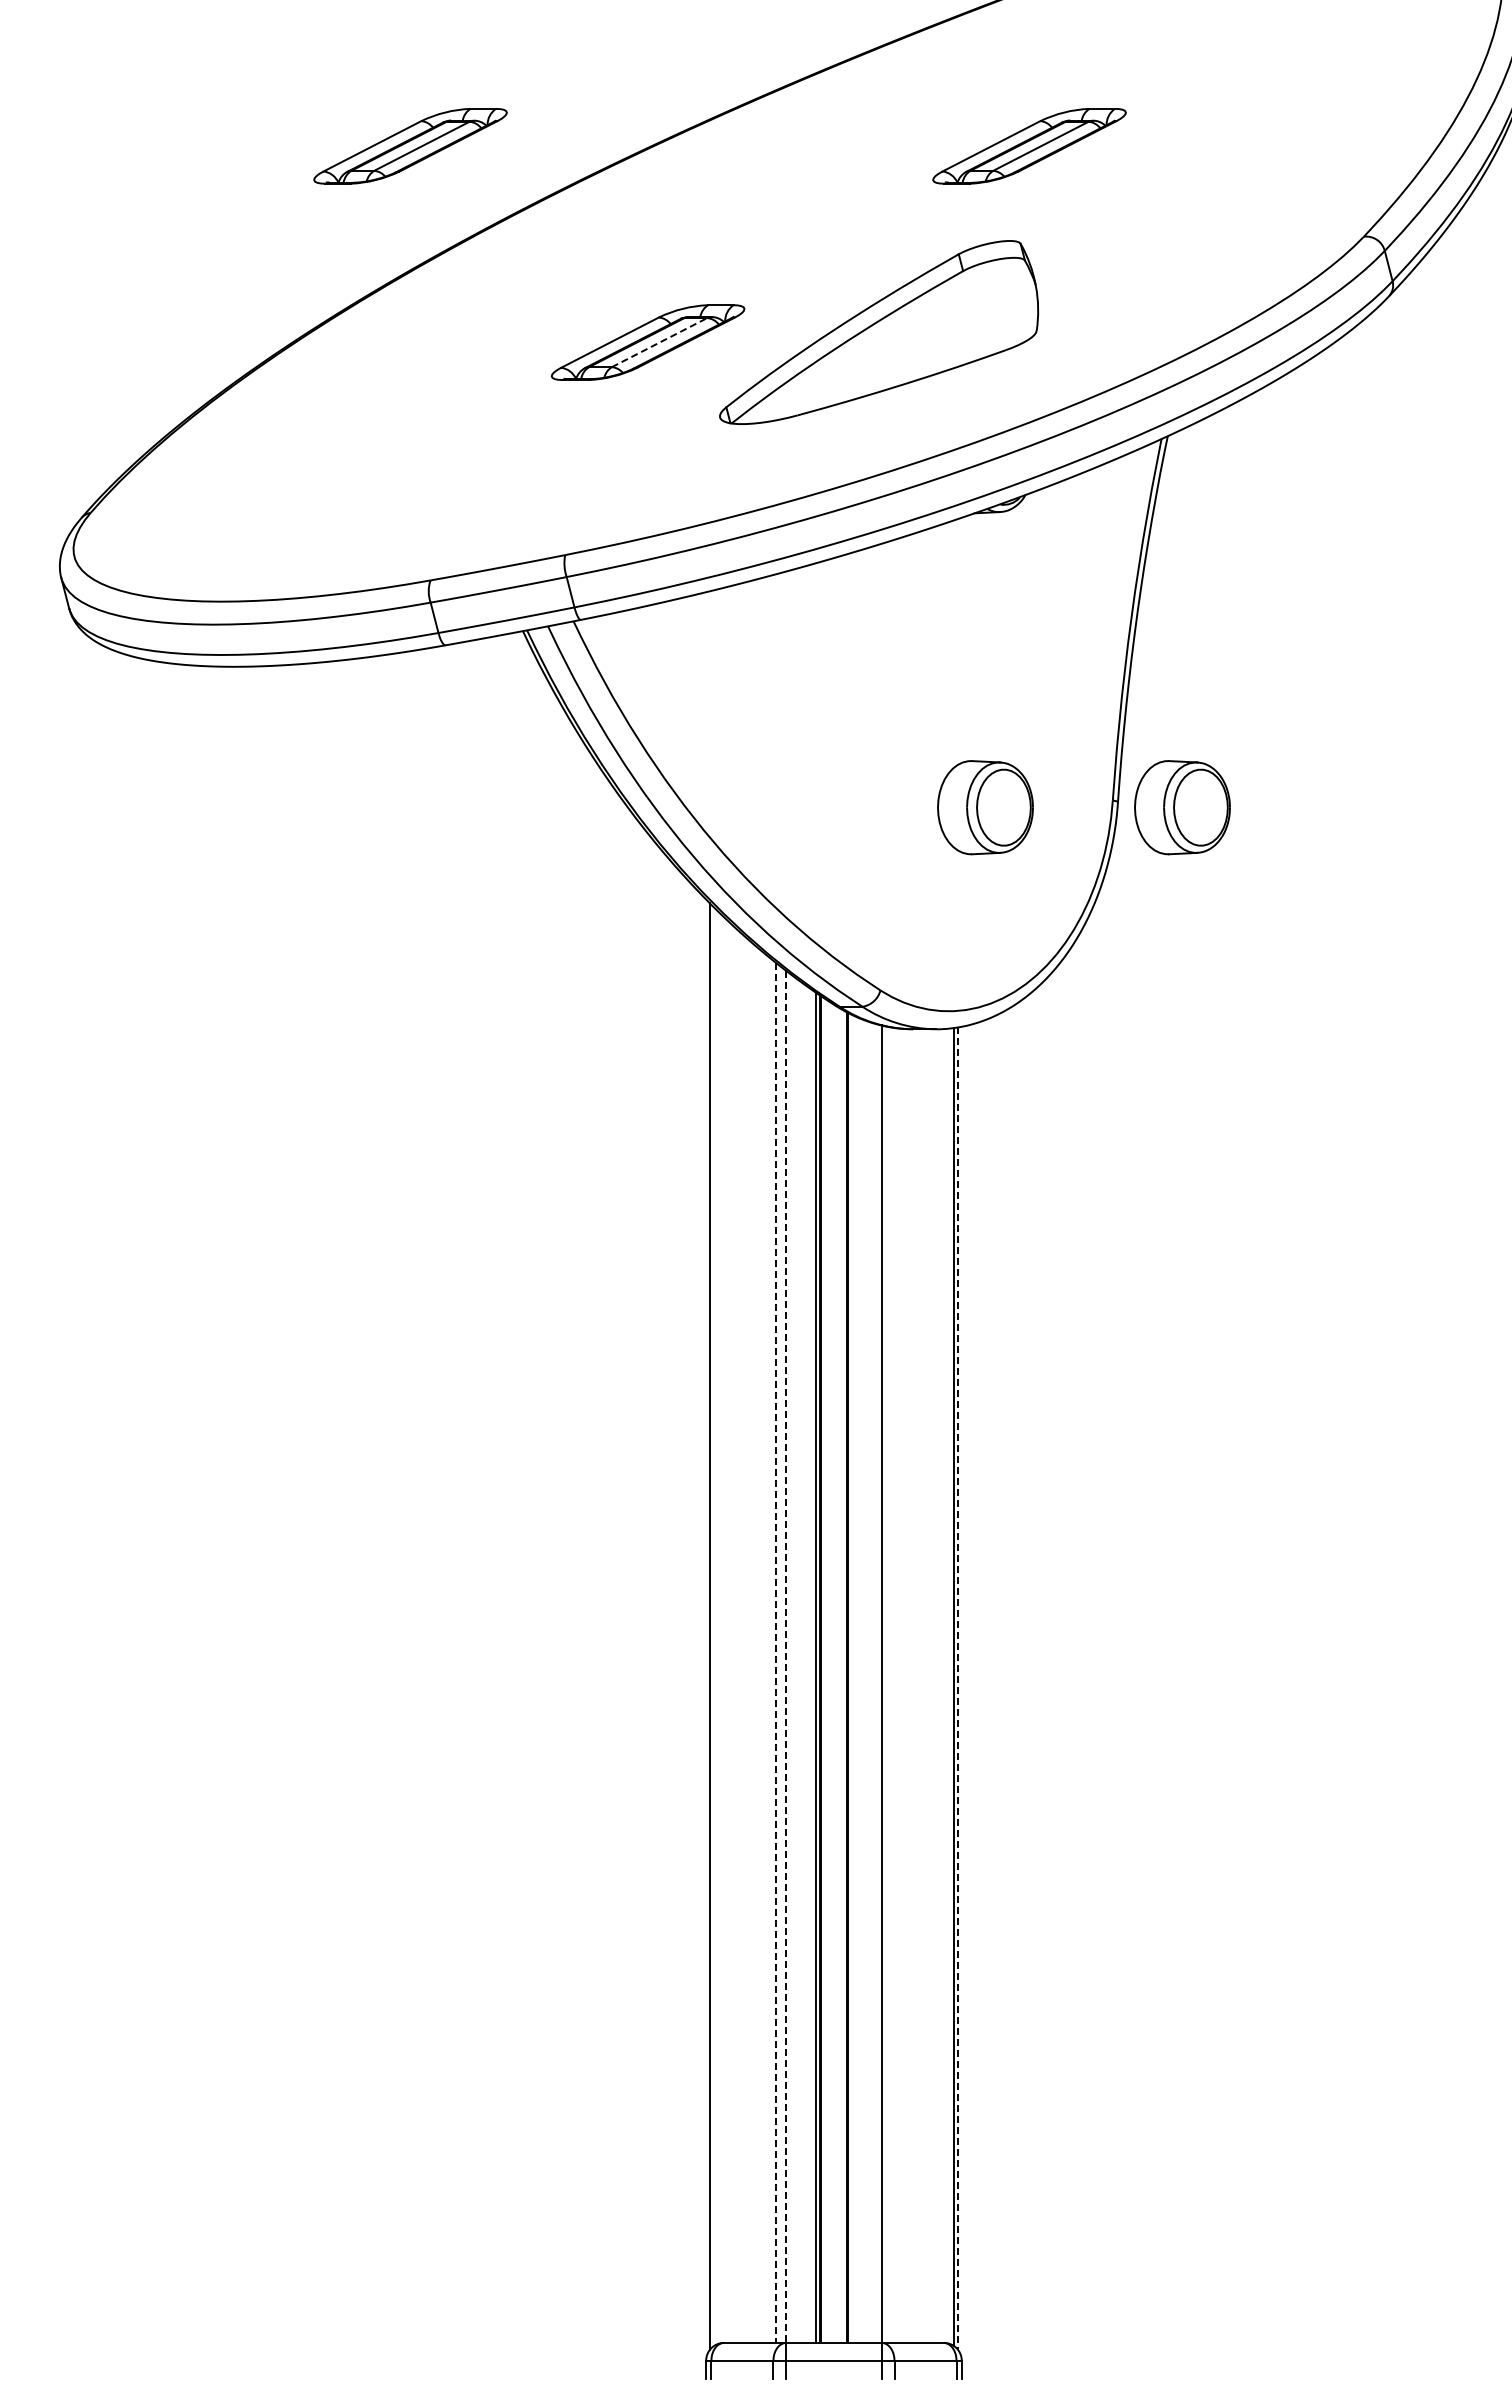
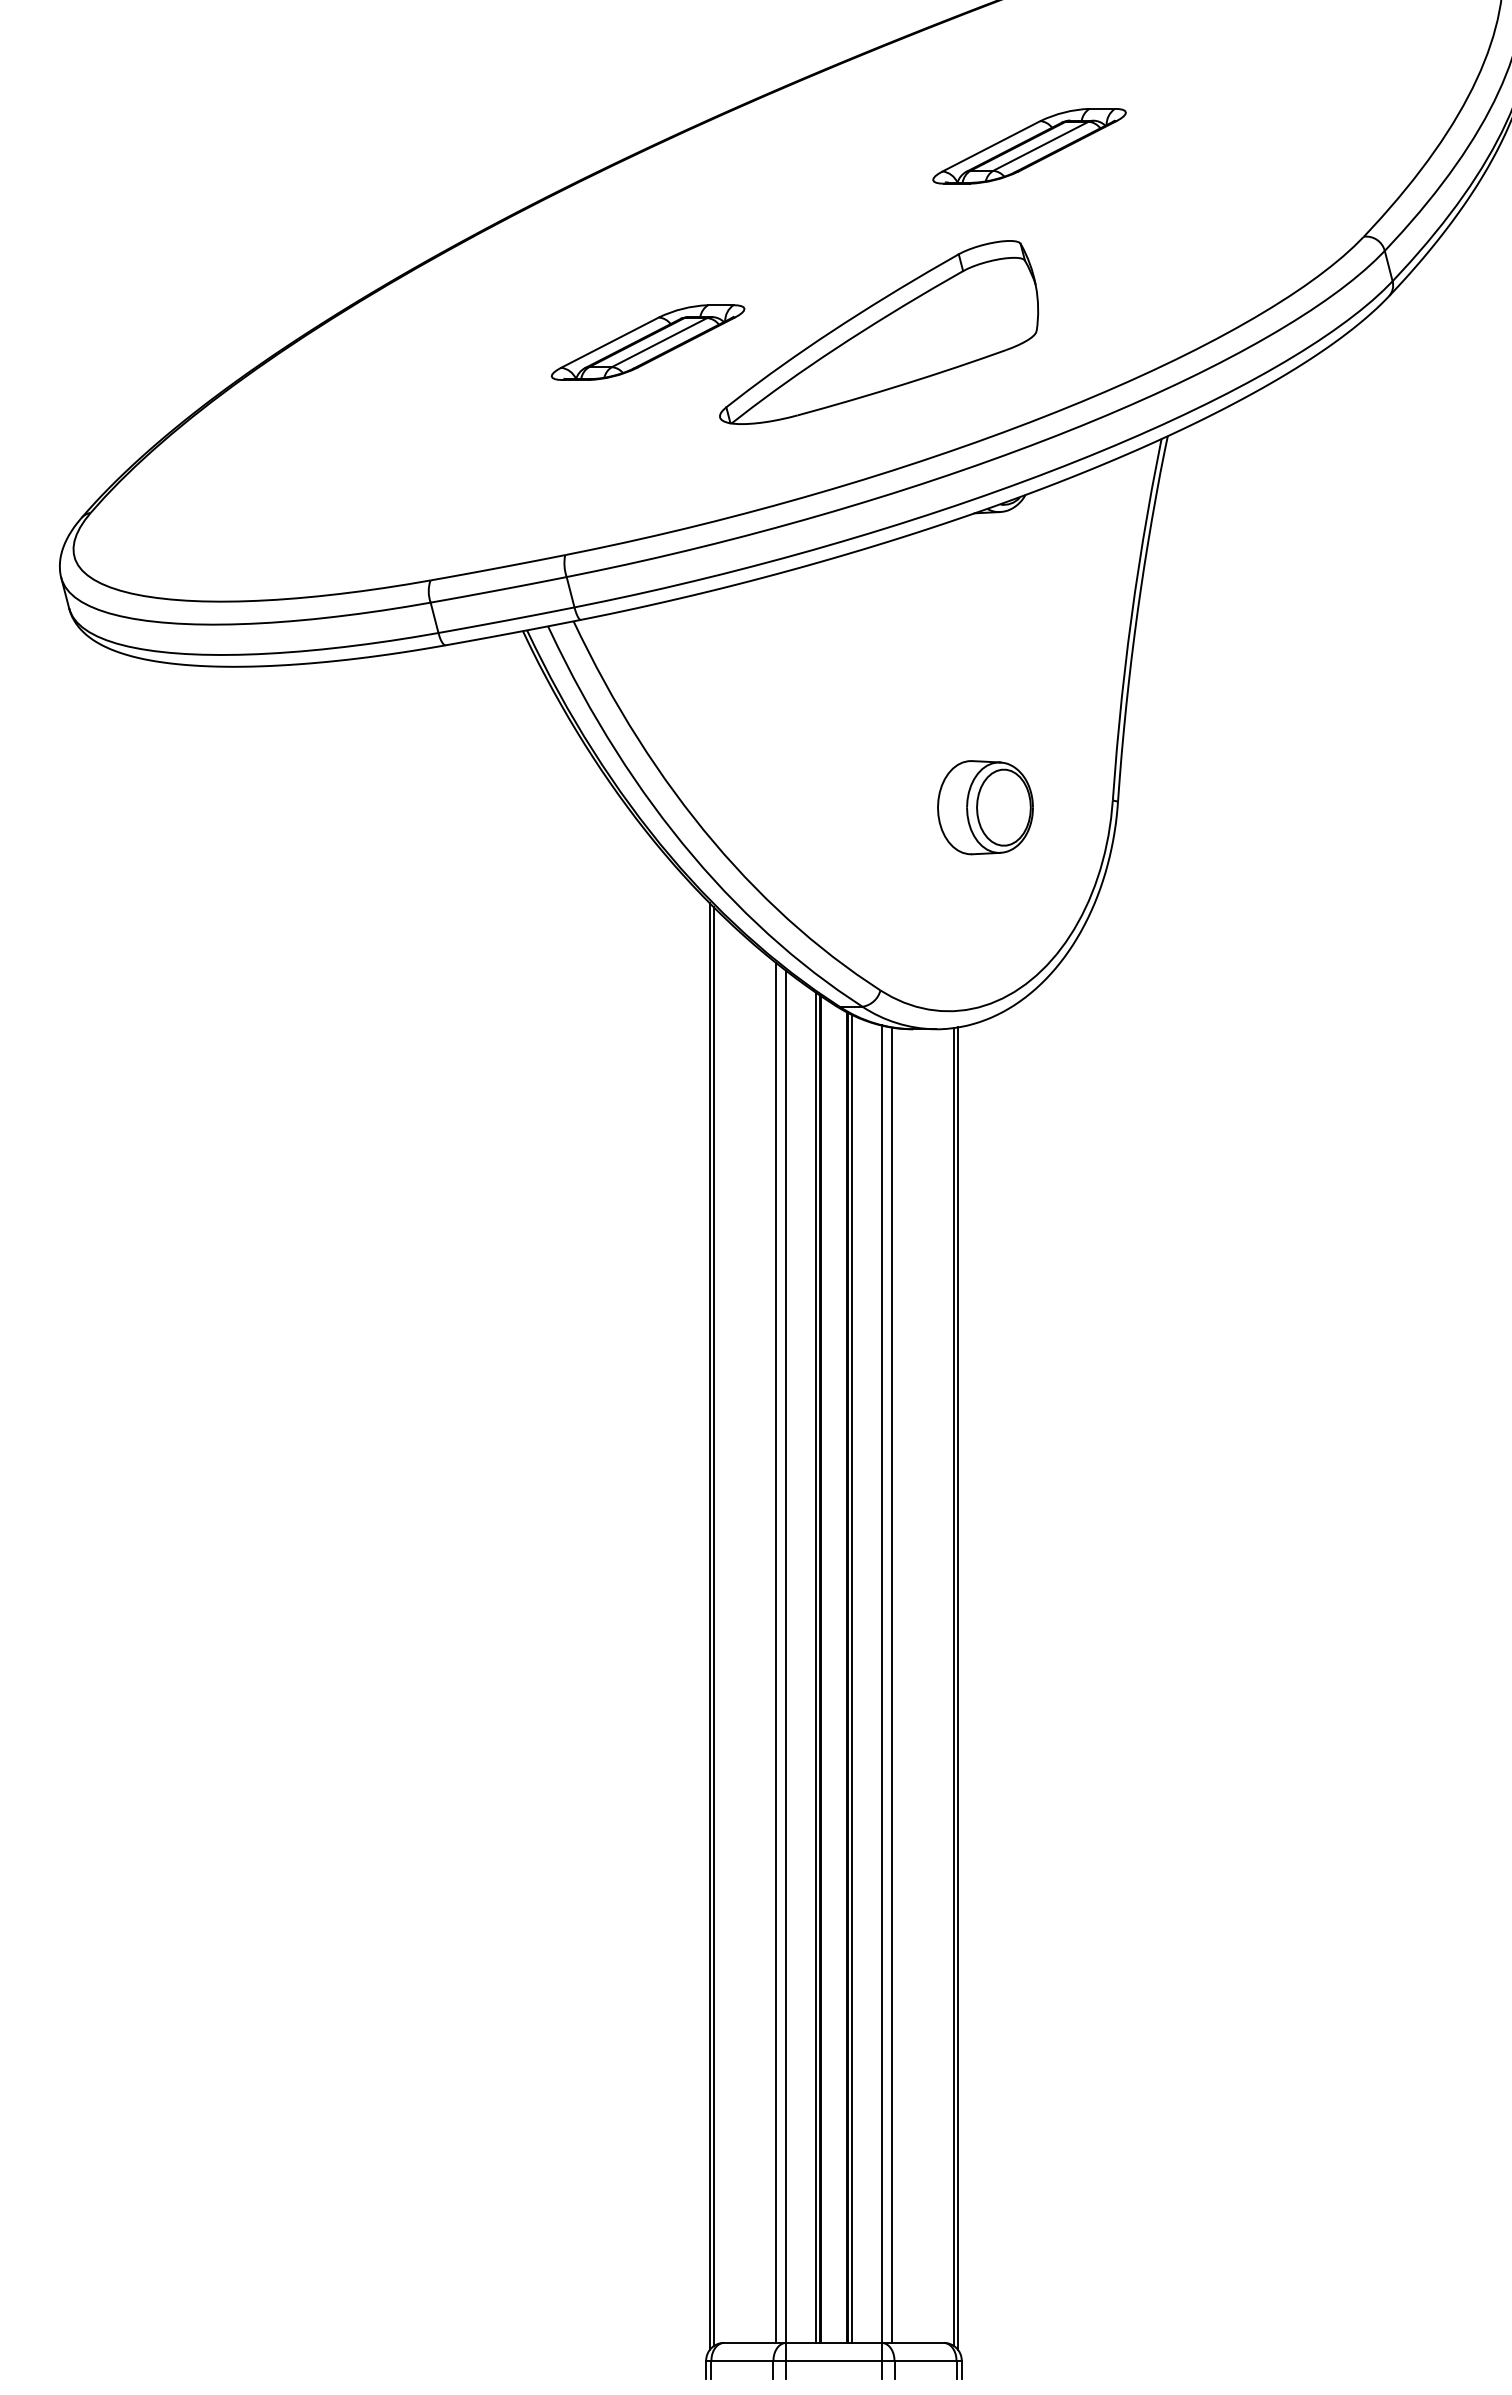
part at (410, 146): present -> none
line at (659, 342): dashed -> solid
part at (1182, 807): present -> none
line at (713, 1626): none -> present
line at (775, 1653): dashed -> solid
line at (786, 1657): dashed -> solid
line at (851, 1678): none -> present
line at (891, 1684): none -> present
line at (958, 1689): dashed -> solid
